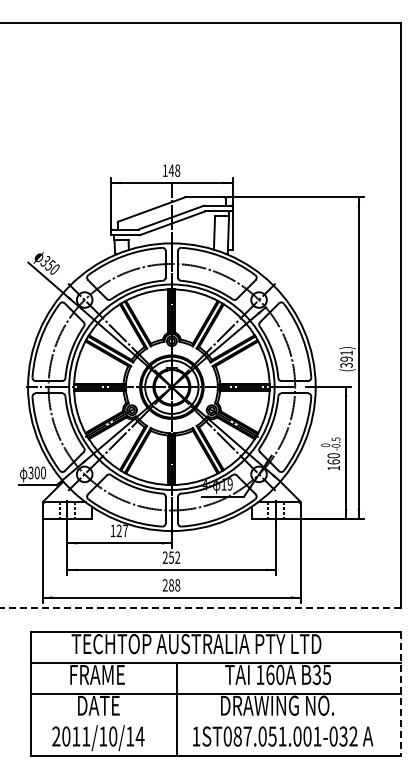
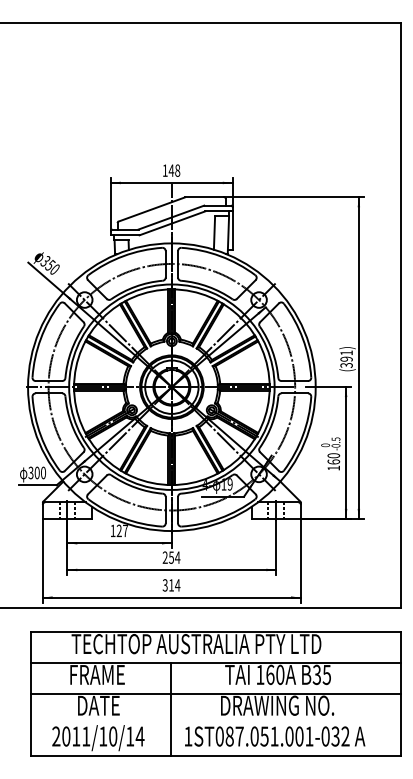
text at (177, 557): 252 -> 254
text at (171, 585): 288 -> 314
line at (200, 608): dashed -> solid
line at (400, 693): dashed -> solid
line at (176, 709) position: (176, 709) -> (170, 709)
text at (283, 736) position: (283, 736) -> (275, 736)
